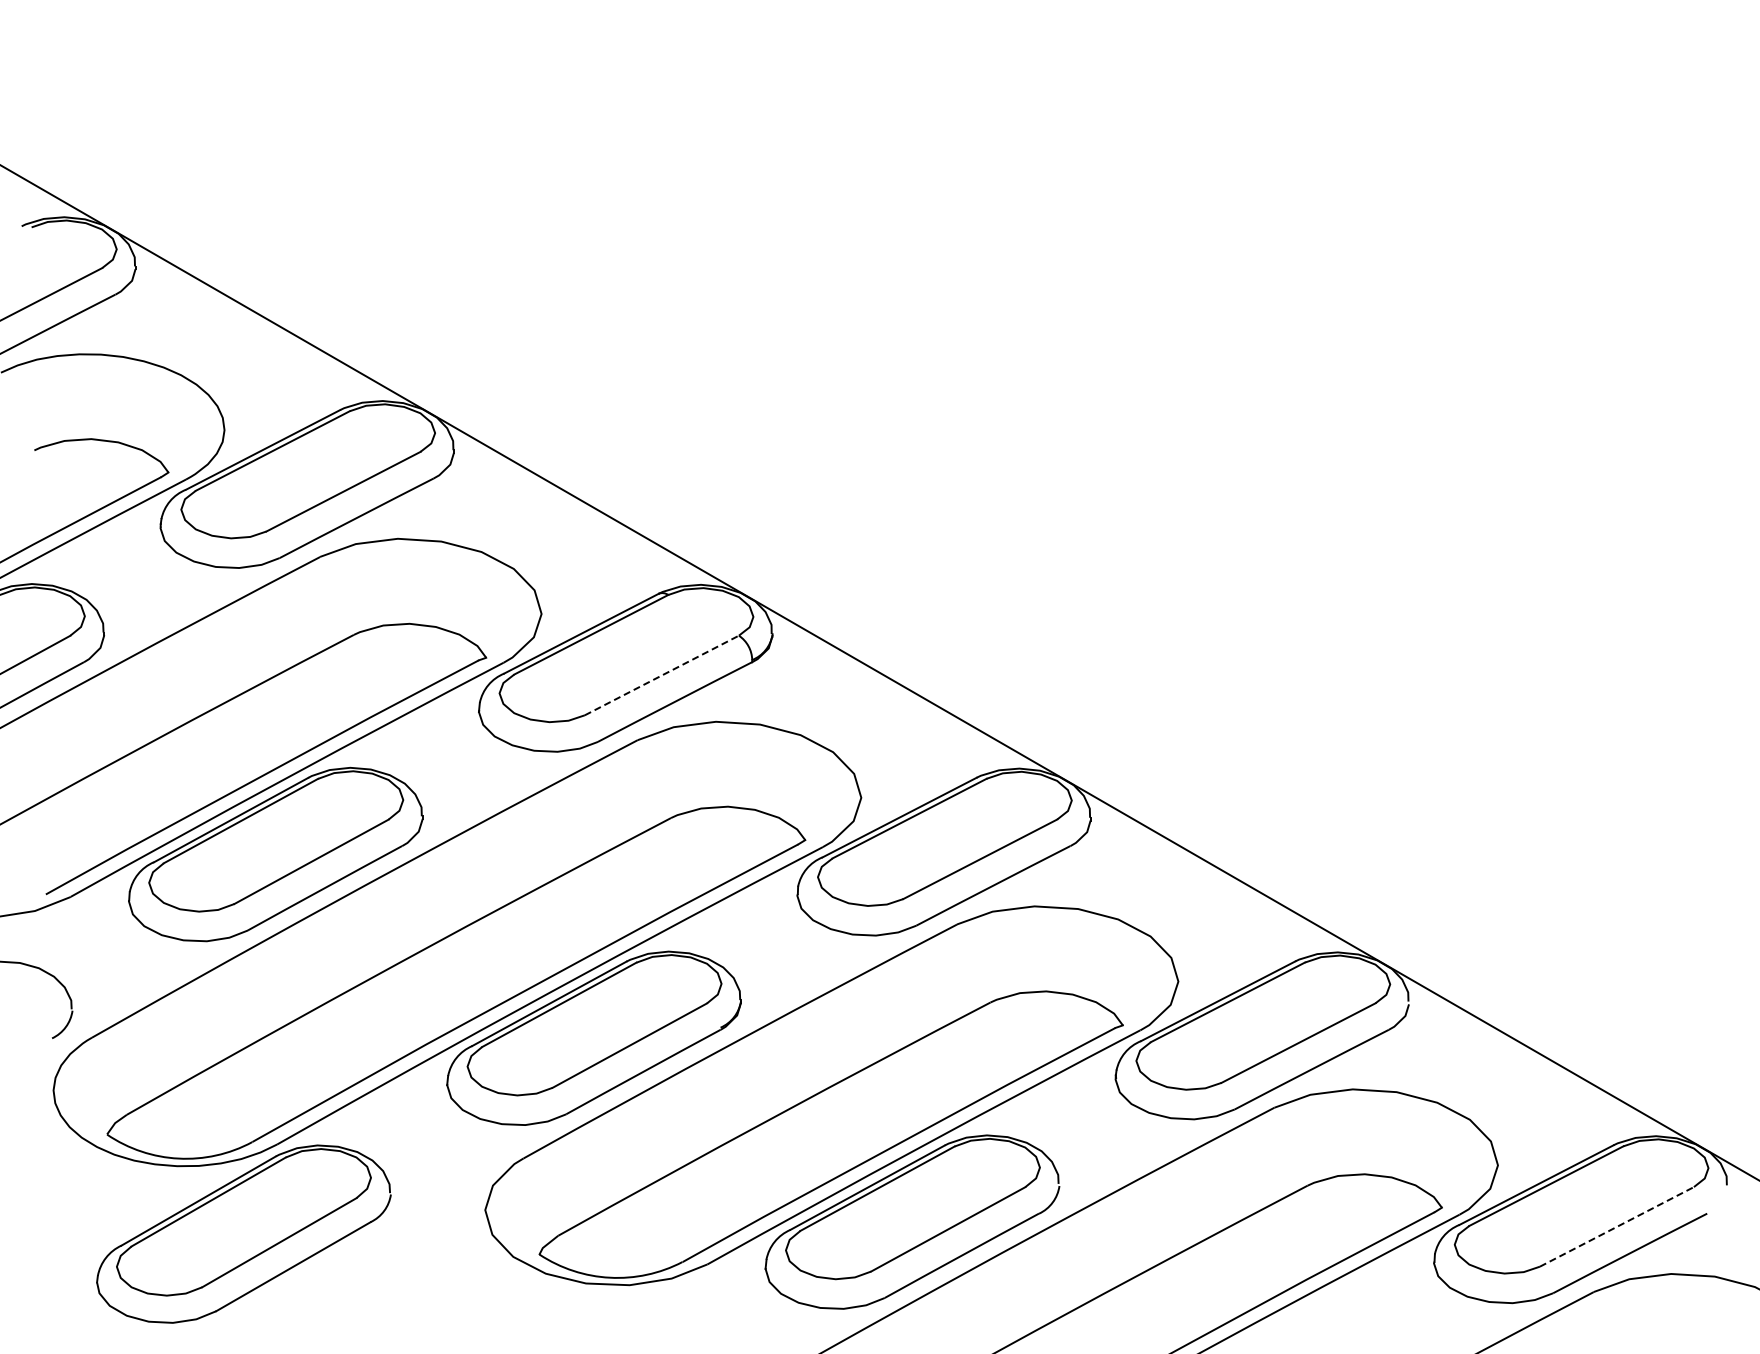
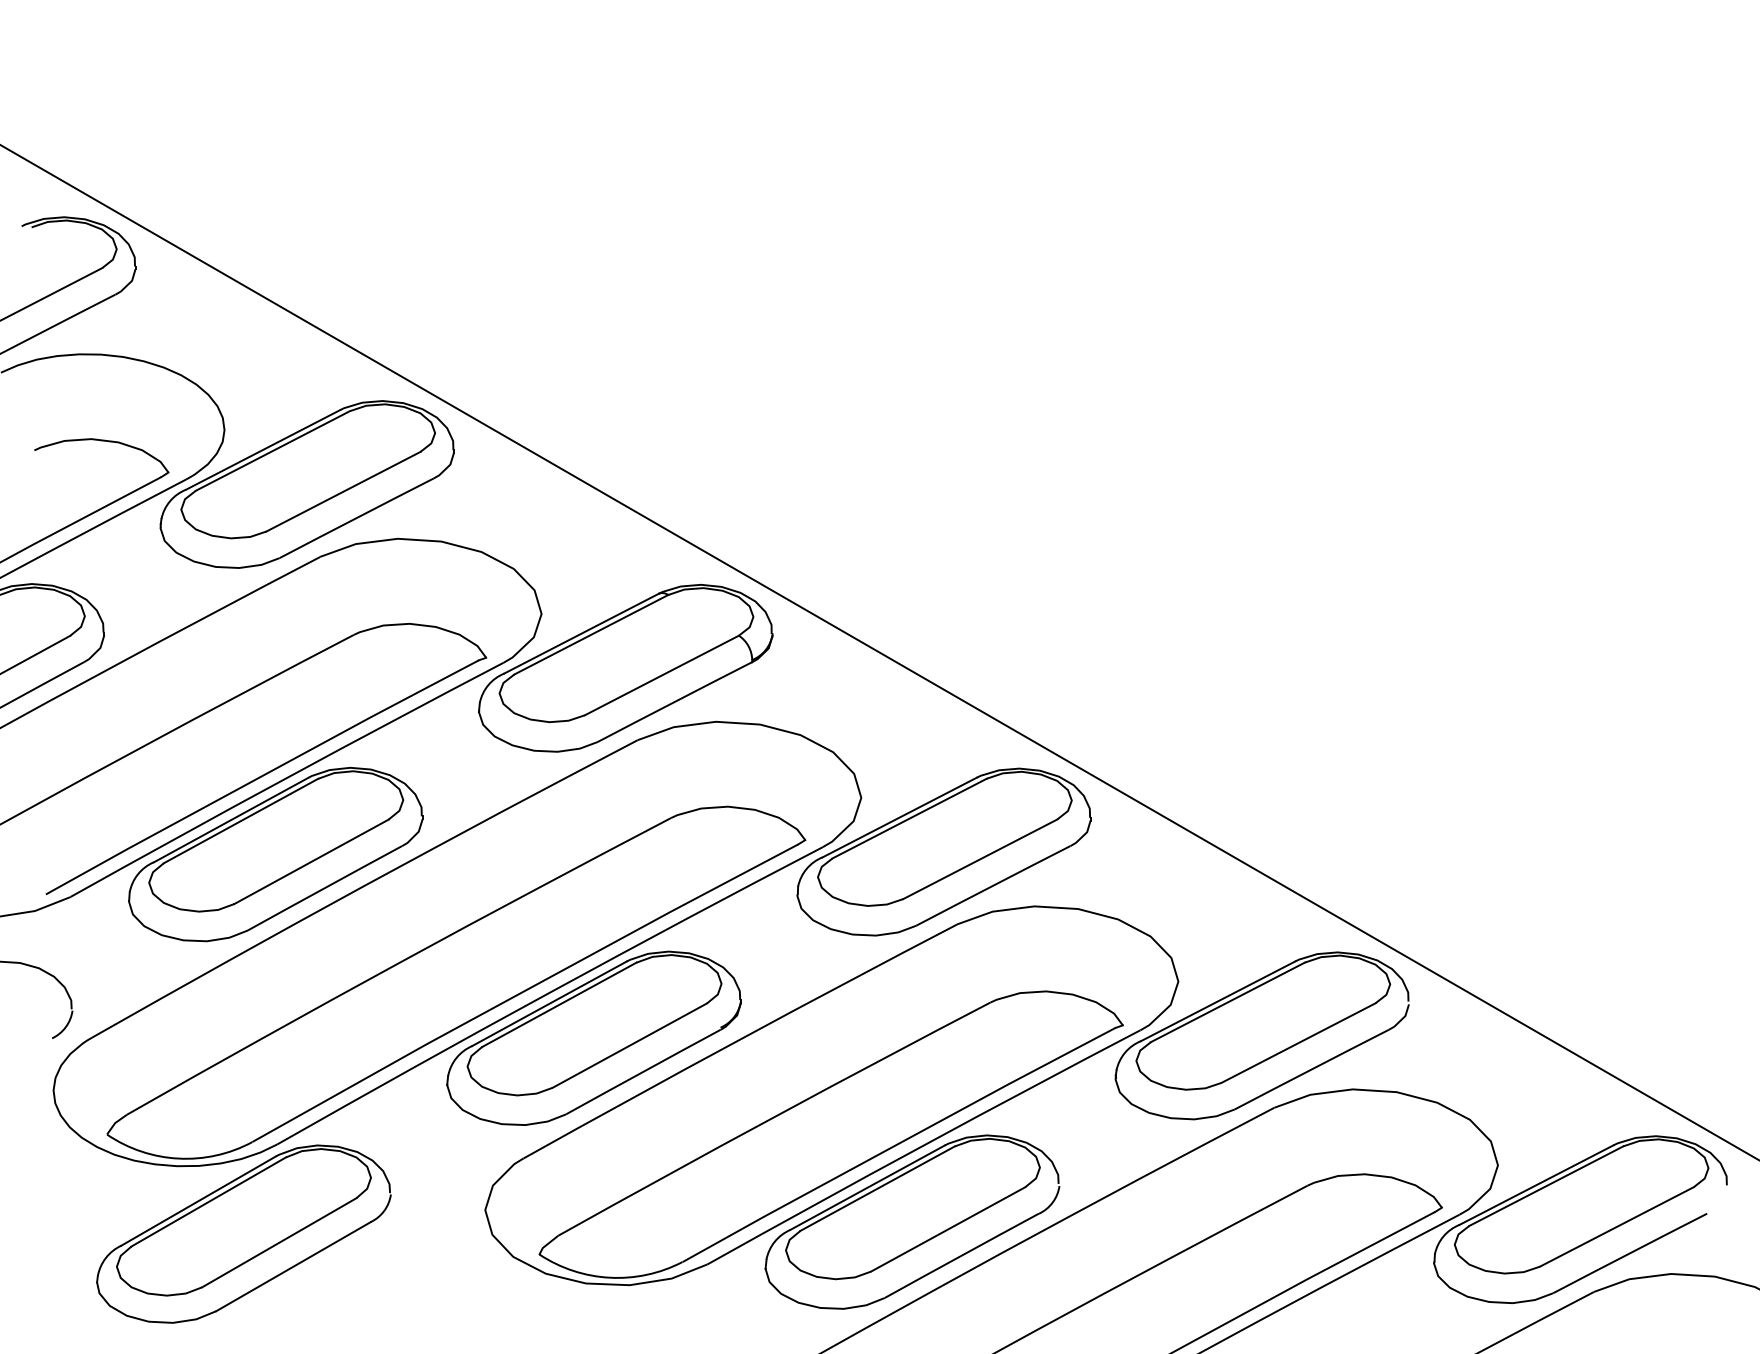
line at (879, 672) position: (879, 672) -> (879, 652)
line at (661, 675): dashed -> solid
line at (1616, 1226): dashed -> solid
